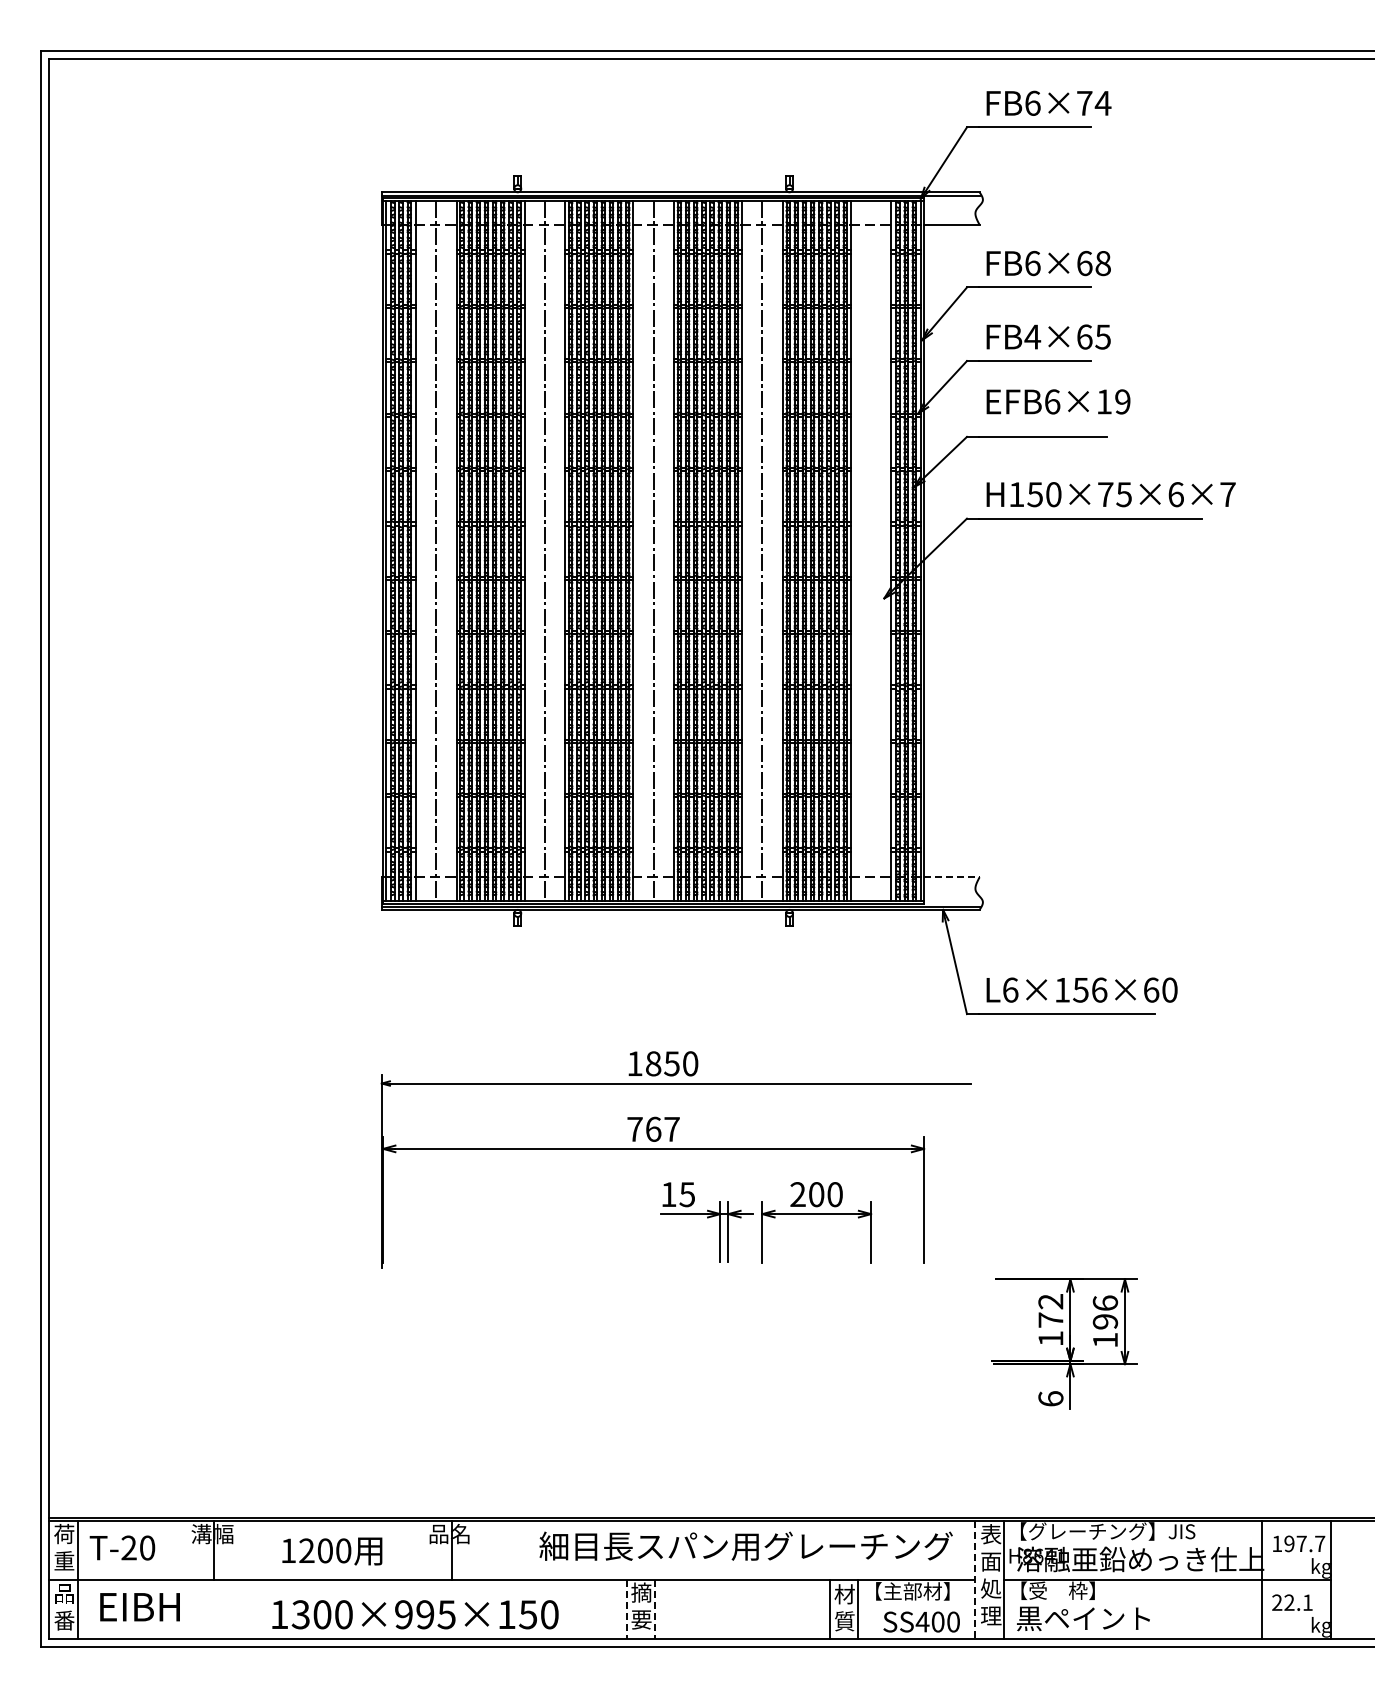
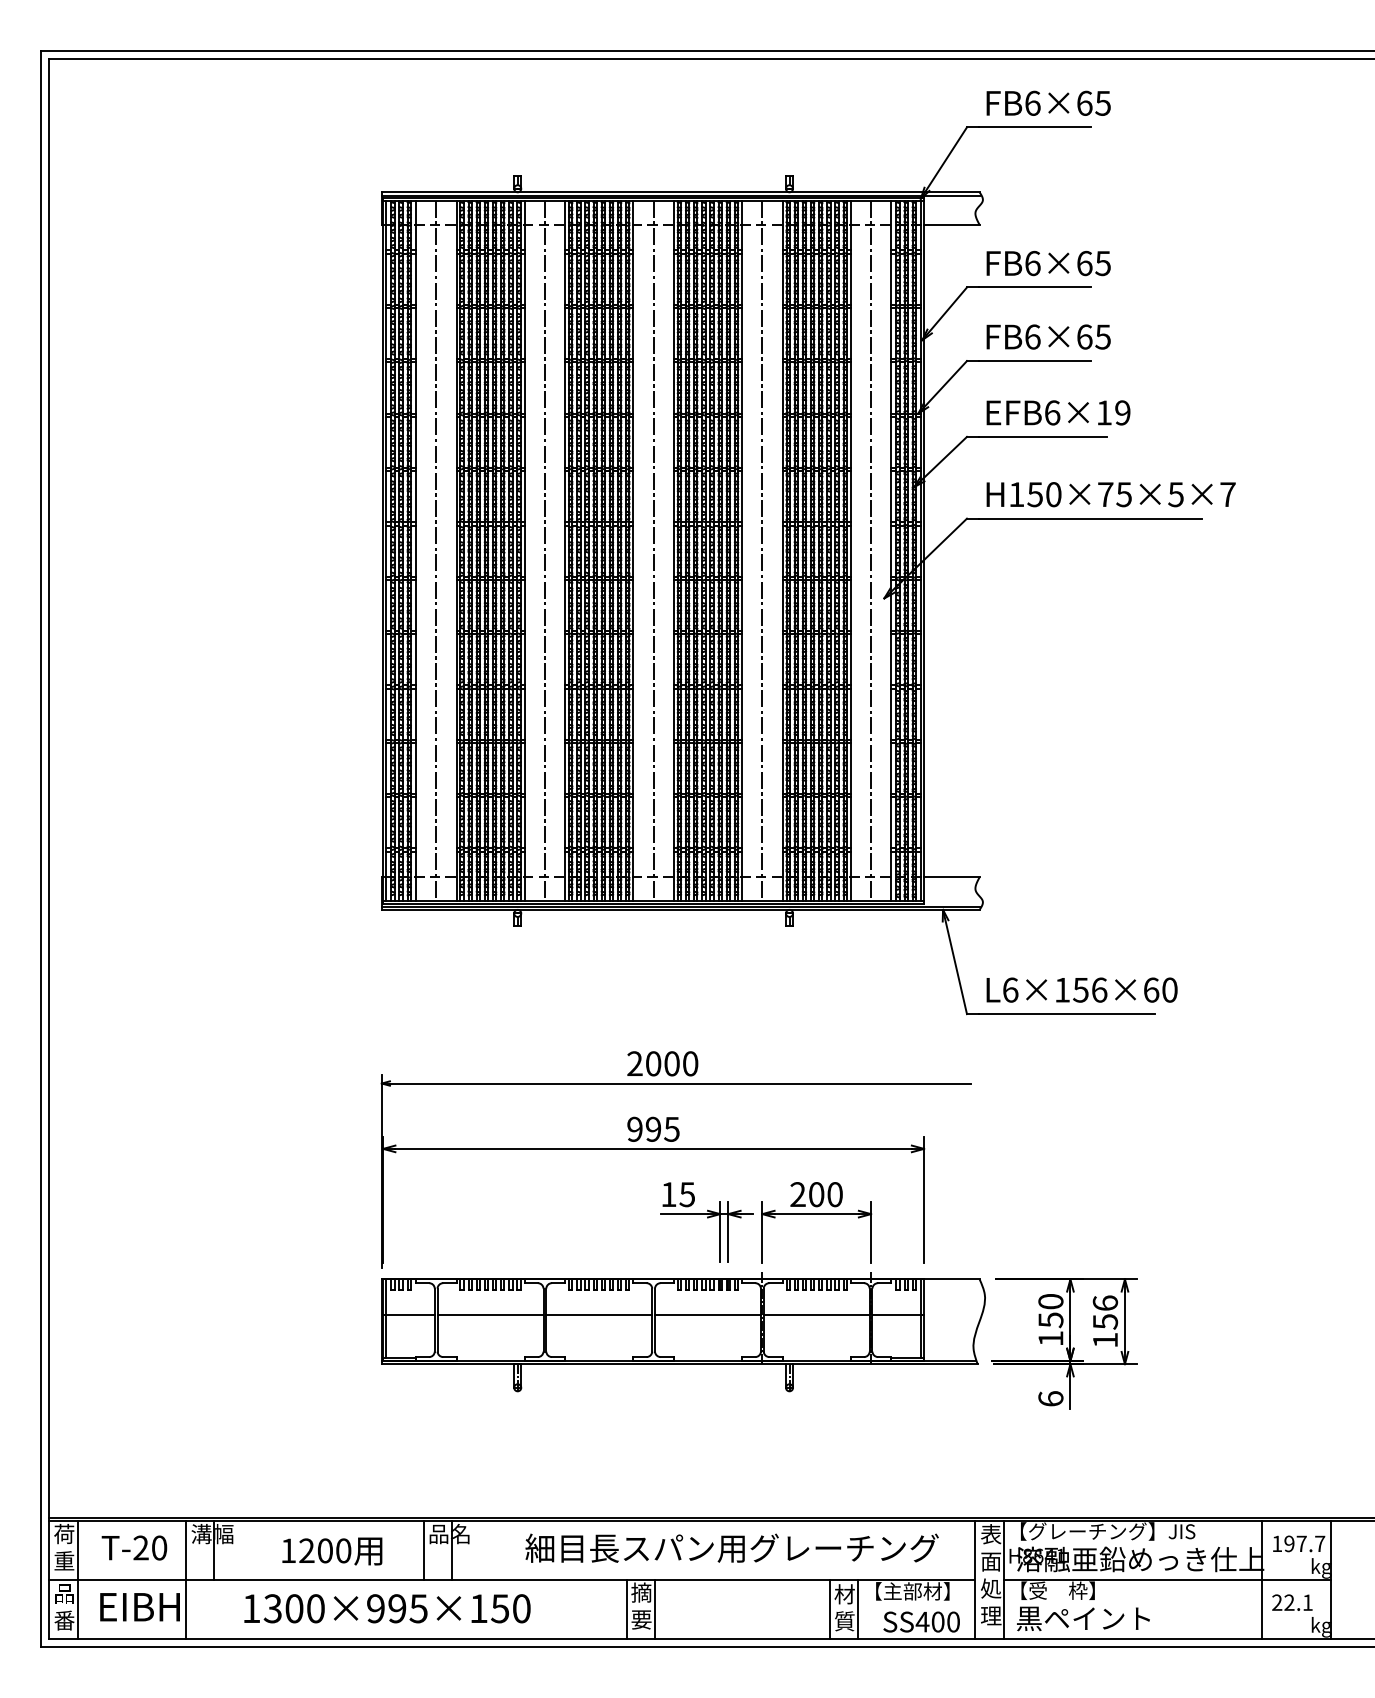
text at (1094, 102): FB6×74 -> FB6×65
text at (1102, 263): FB6×68 -> FB6×65
text at (1032, 336): FB4×65 -> FB6×65
text at (1058, 401) position: (1058, 401) -> (1058, 412)
text at (1175, 494): H150×75×6×7 -> H150×75×5×7
line at (871, 551): none -> present
line at (951, 877): dashed -> solid
text at (653, 1063): 1850 -> 2000
text at (653, 1128): 767 -> 995
text at (1050, 1311): 172 -> 150
text at (1105, 1321): 196 -> 156
part at (683, 1332): none -> present
text at (745, 1545) position: (745, 1545) -> (731, 1547)
text at (122, 1547) position: (122, 1547) -> (134, 1547)
line at (423, 1550): none -> present
line at (186, 1579): none -> present
line at (975, 1580): dashed -> solid
line at (626, 1610): dashed -> solid
line at (655, 1610): dashed -> solid
text at (415, 1614) position: (415, 1614) -> (387, 1608)
